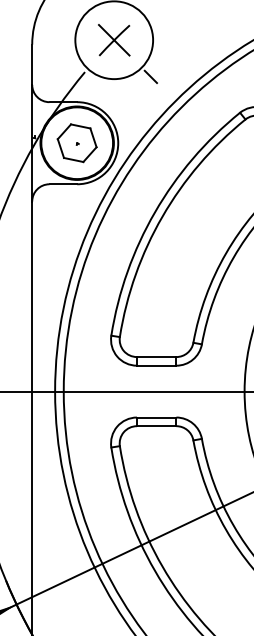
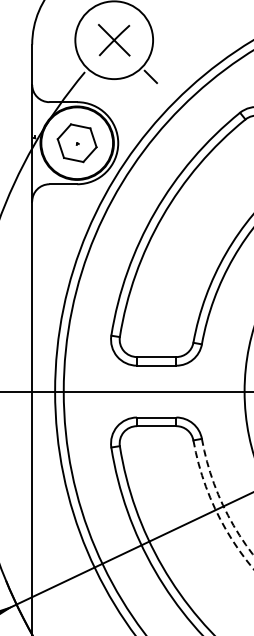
arc at (220, 500): solid -> dashed
arc at (215, 508): solid -> dashed
